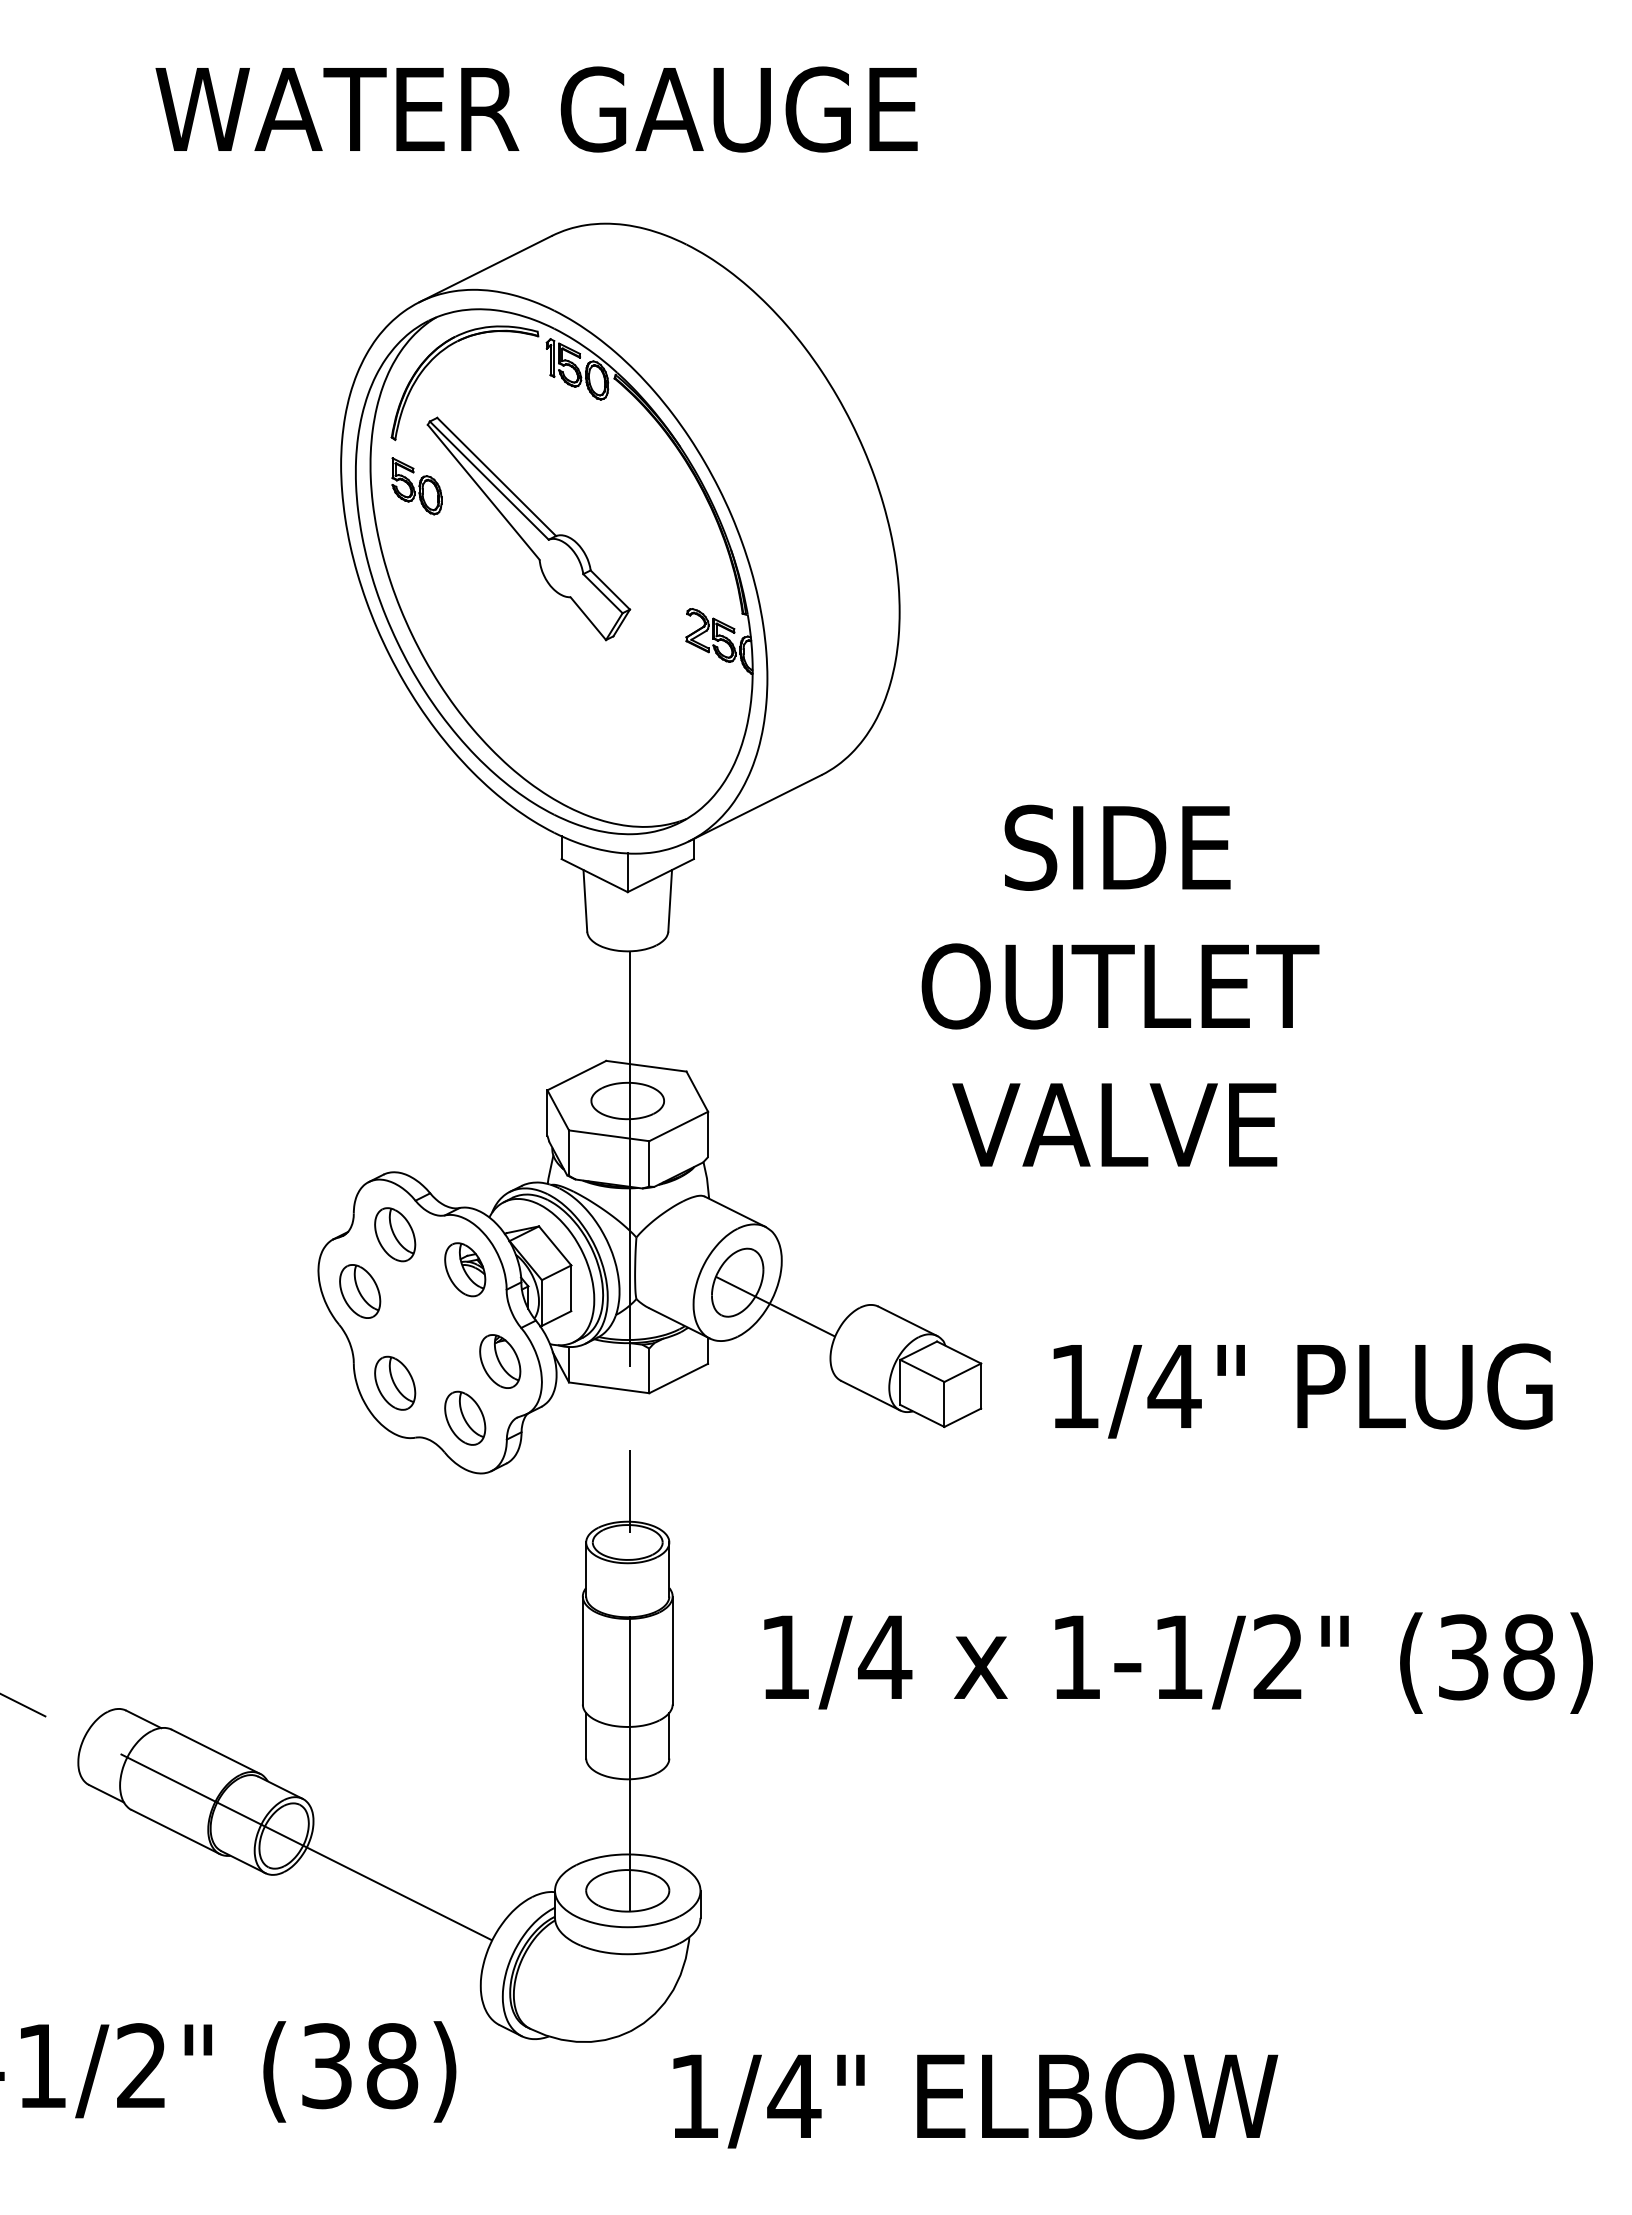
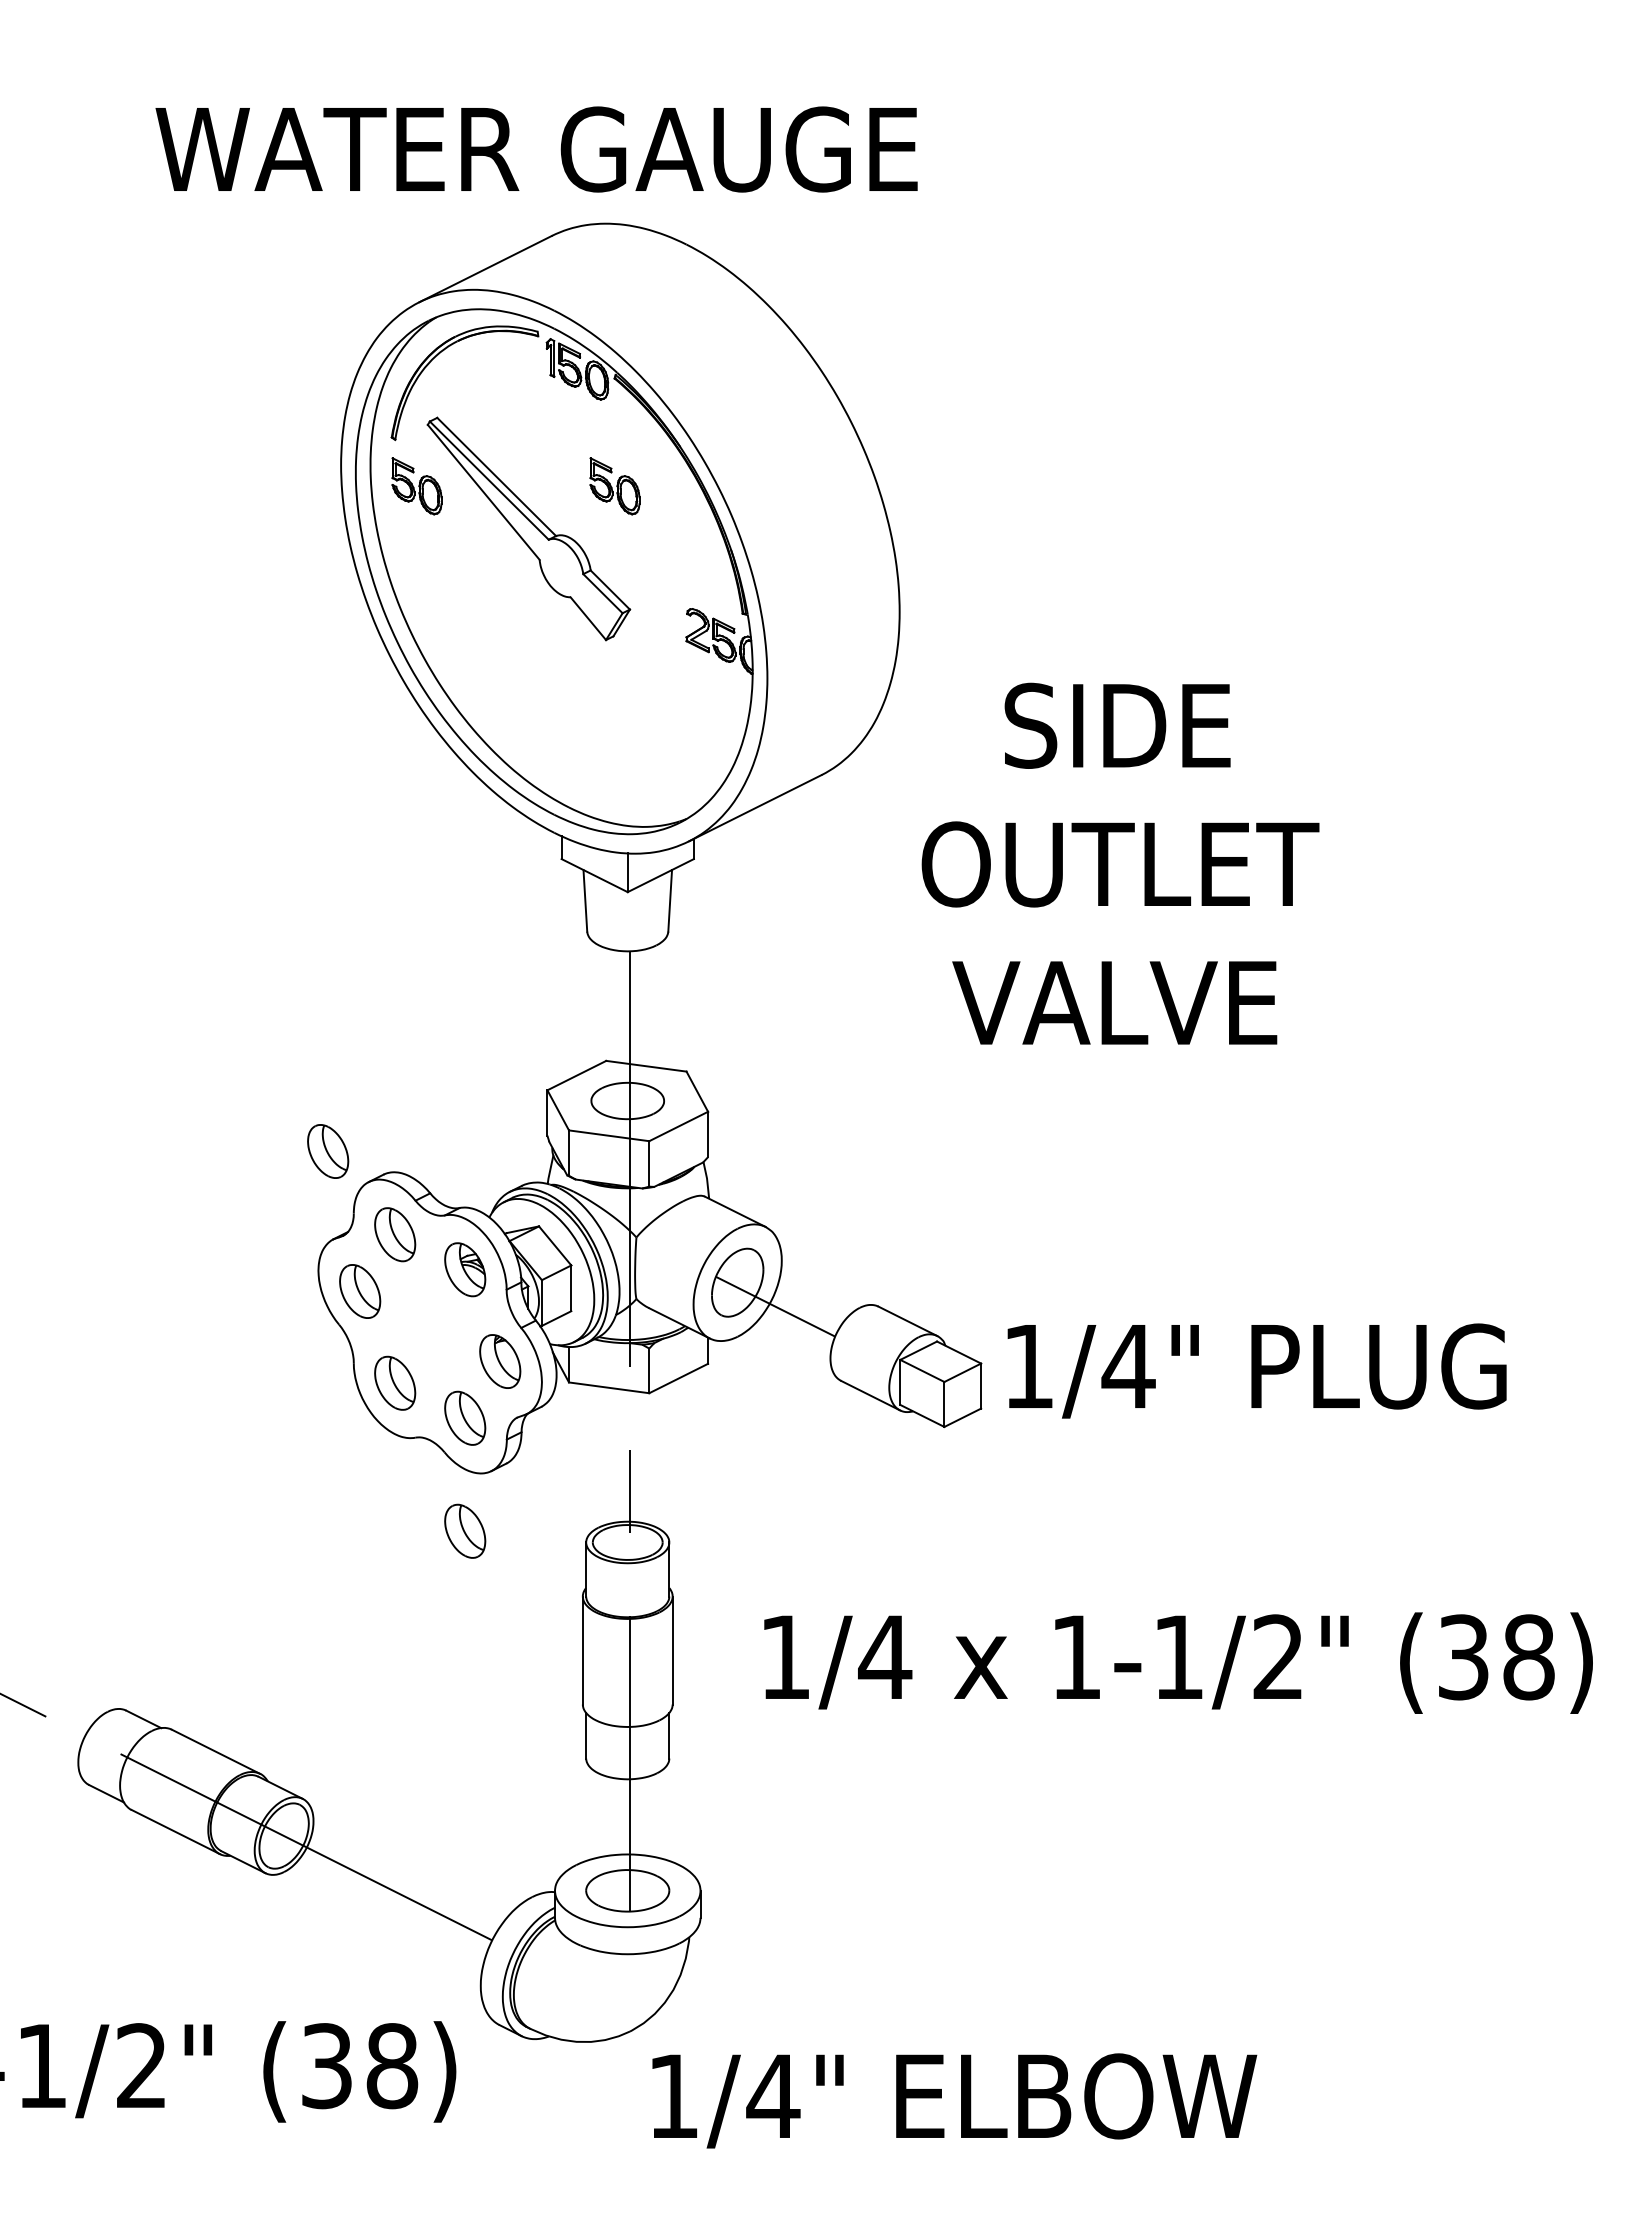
text at (536, 109) position: (536, 109) -> (536, 149)
part at (614, 486): none -> present
text at (1120, 985) position: (1120, 985) -> (1120, 863)
part at (328, 1151): none -> present
text at (1302, 1390) position: (1302, 1390) -> (1256, 1370)
part at (465, 1530): none -> present
text at (975, 2100) position: (975, 2100) -> (954, 2100)
